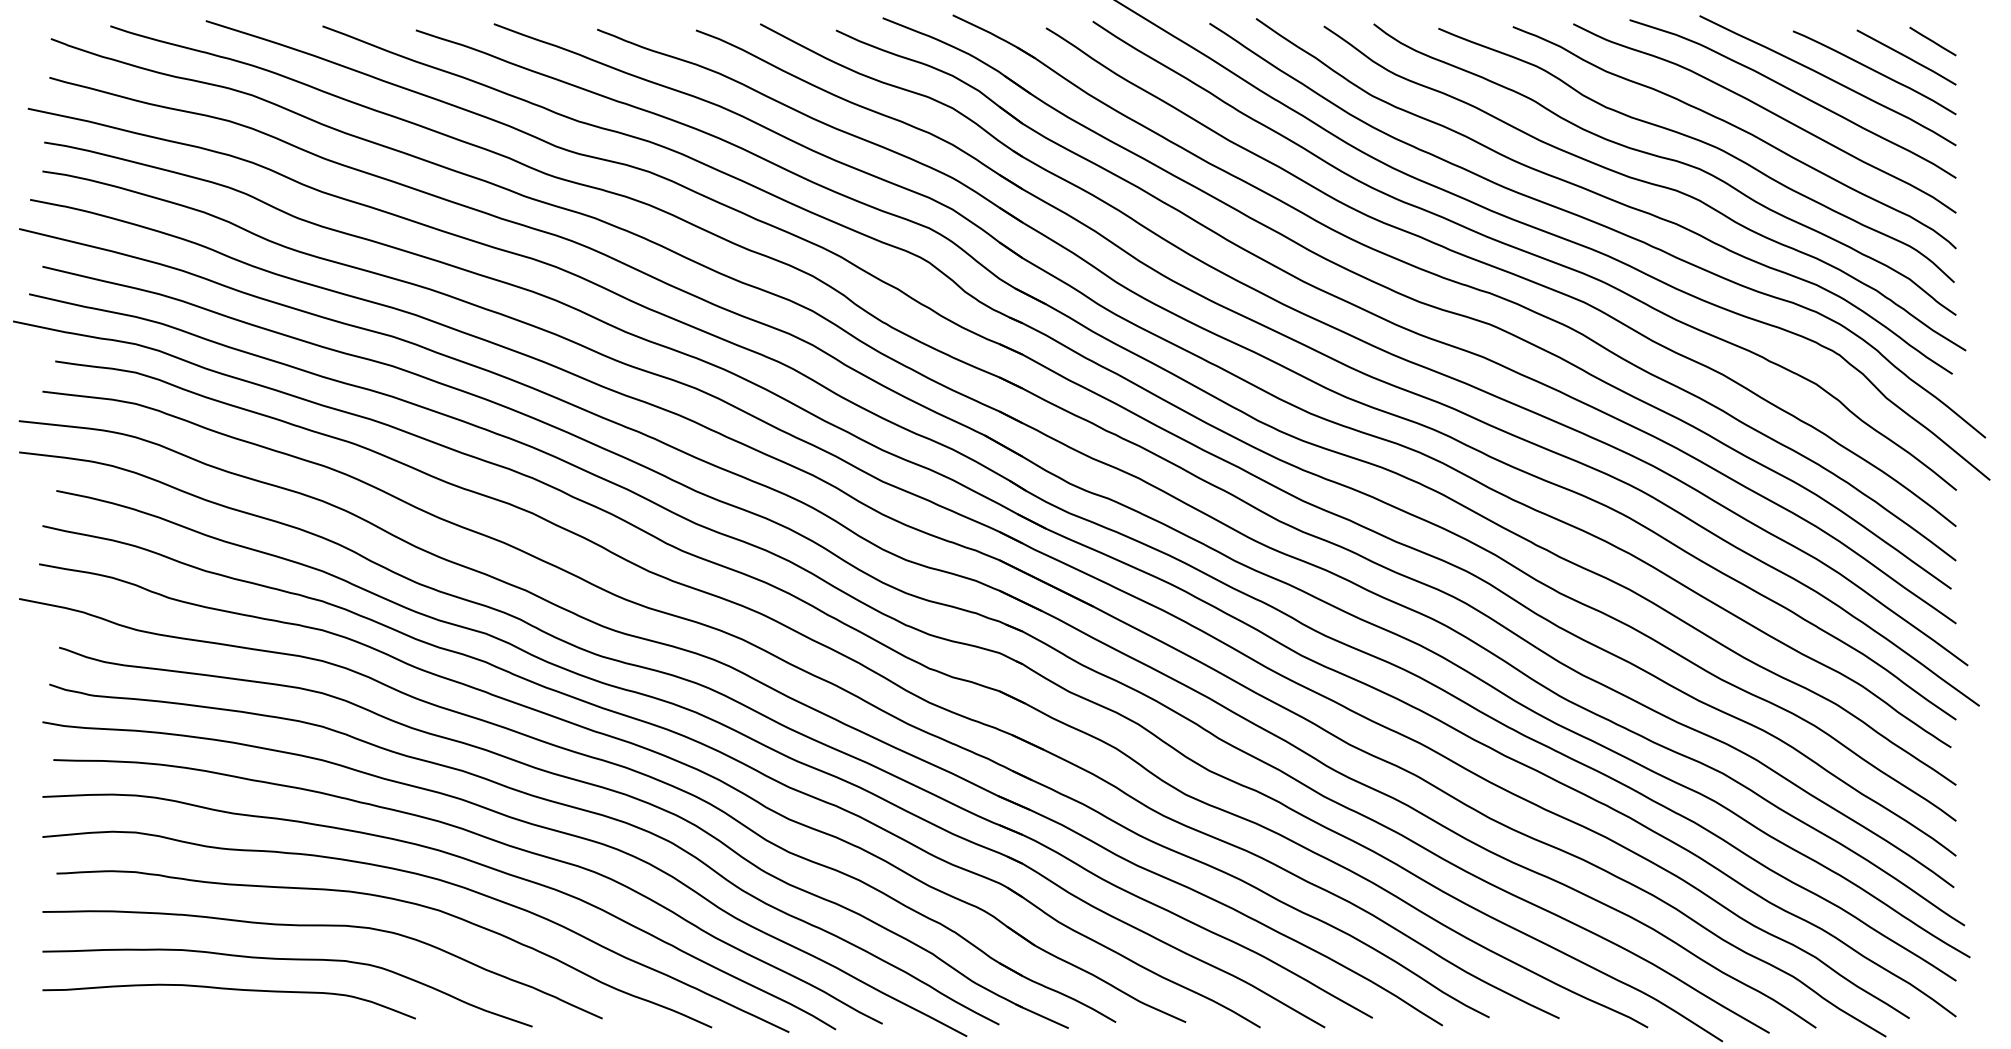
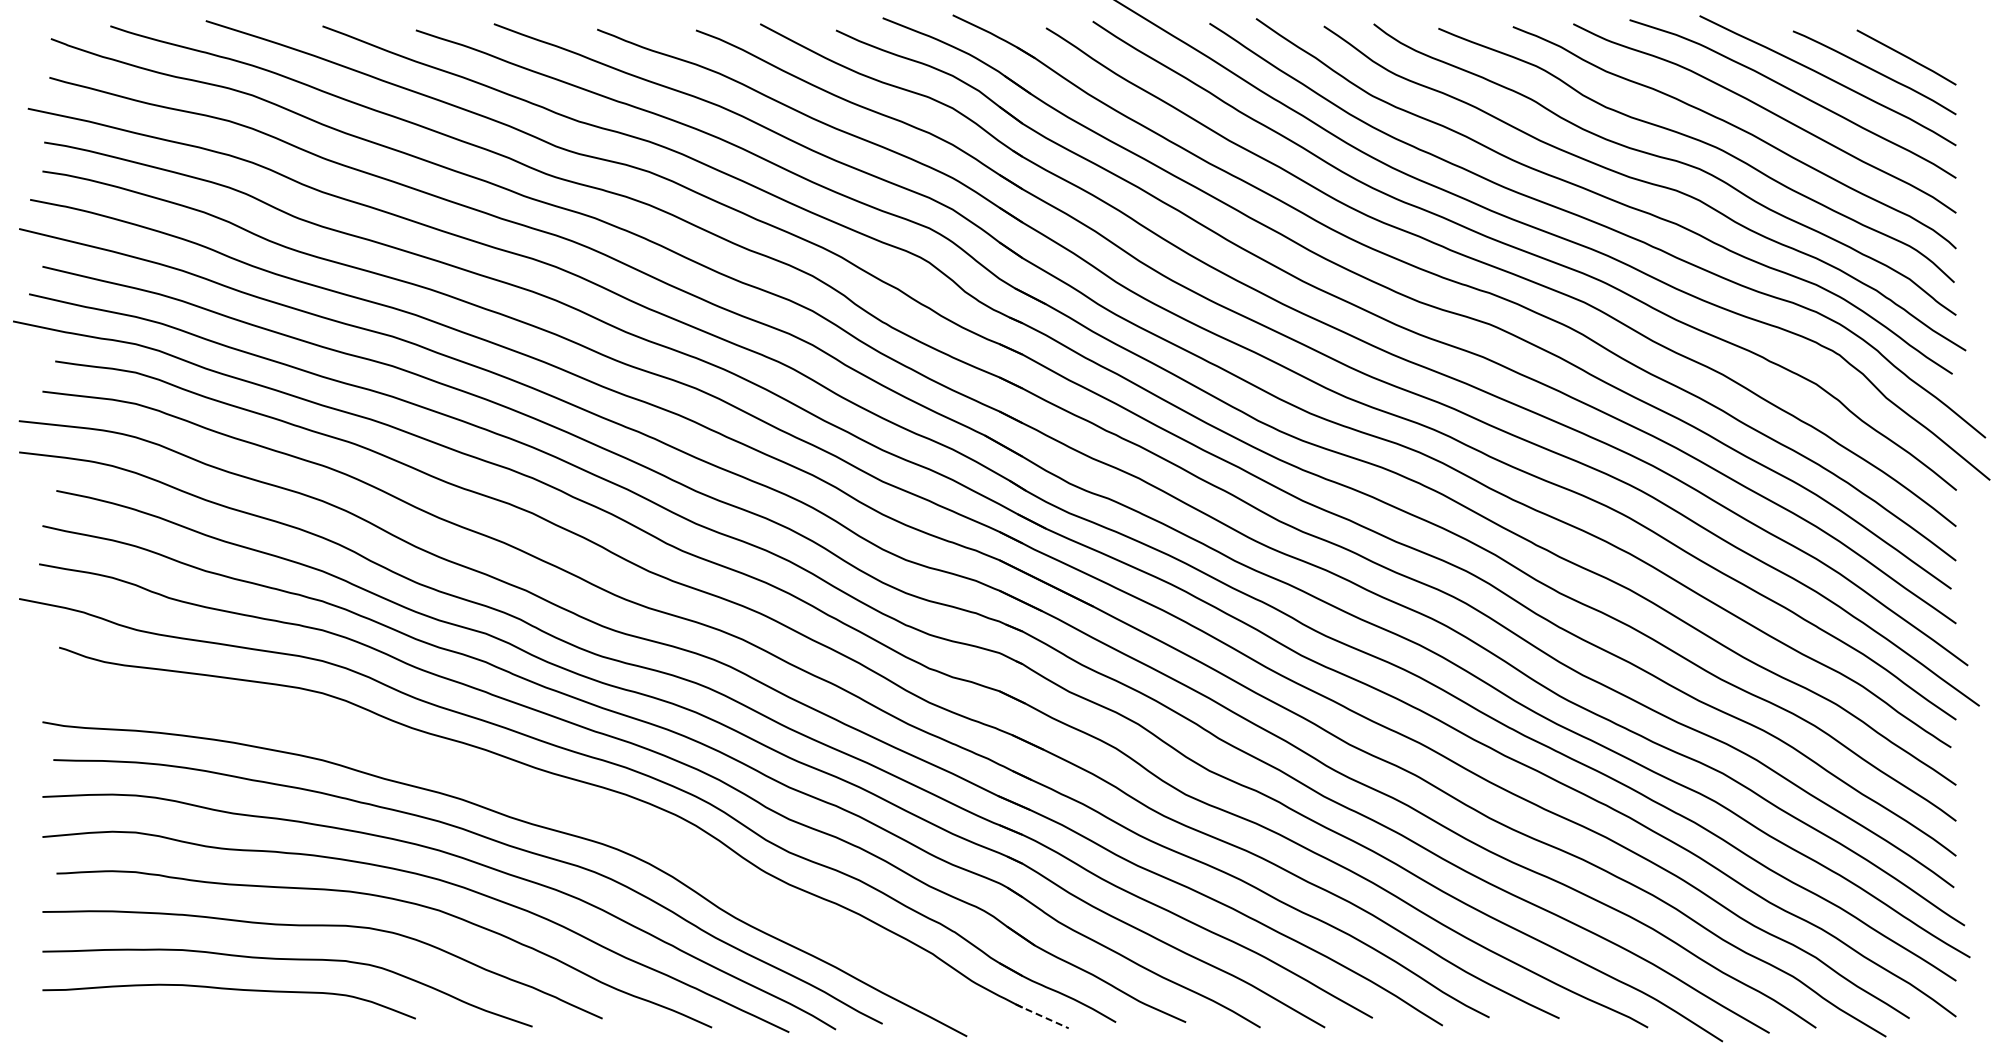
line at (1932, 41): present -> none
curve at (537, 798): present -> none
line at (1041, 1016): solid -> dashed
